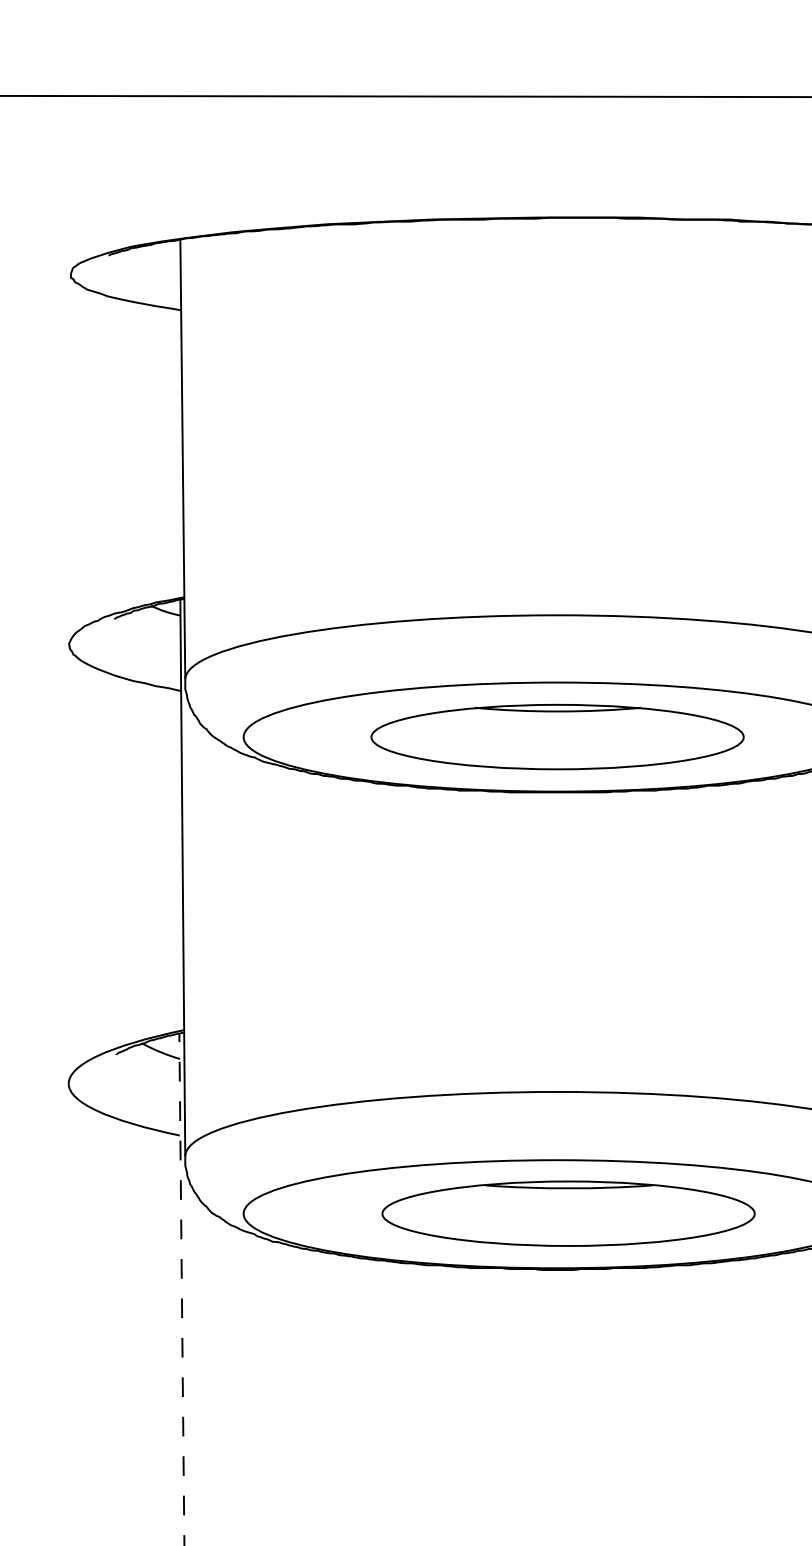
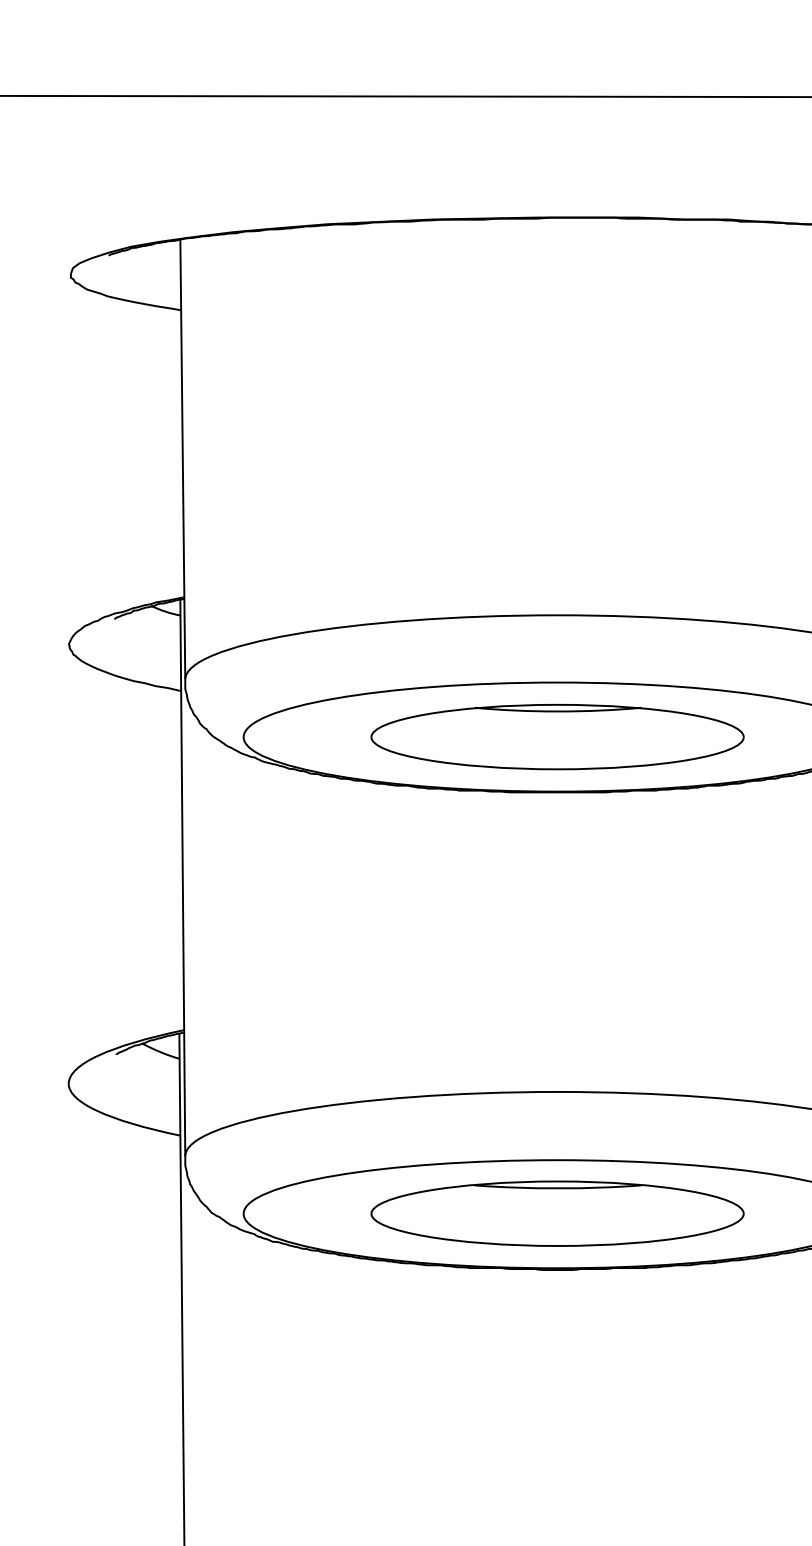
part at (568, 1213) position: (568, 1213) -> (557, 1213)
line at (181, 1289): dashed -> solid
